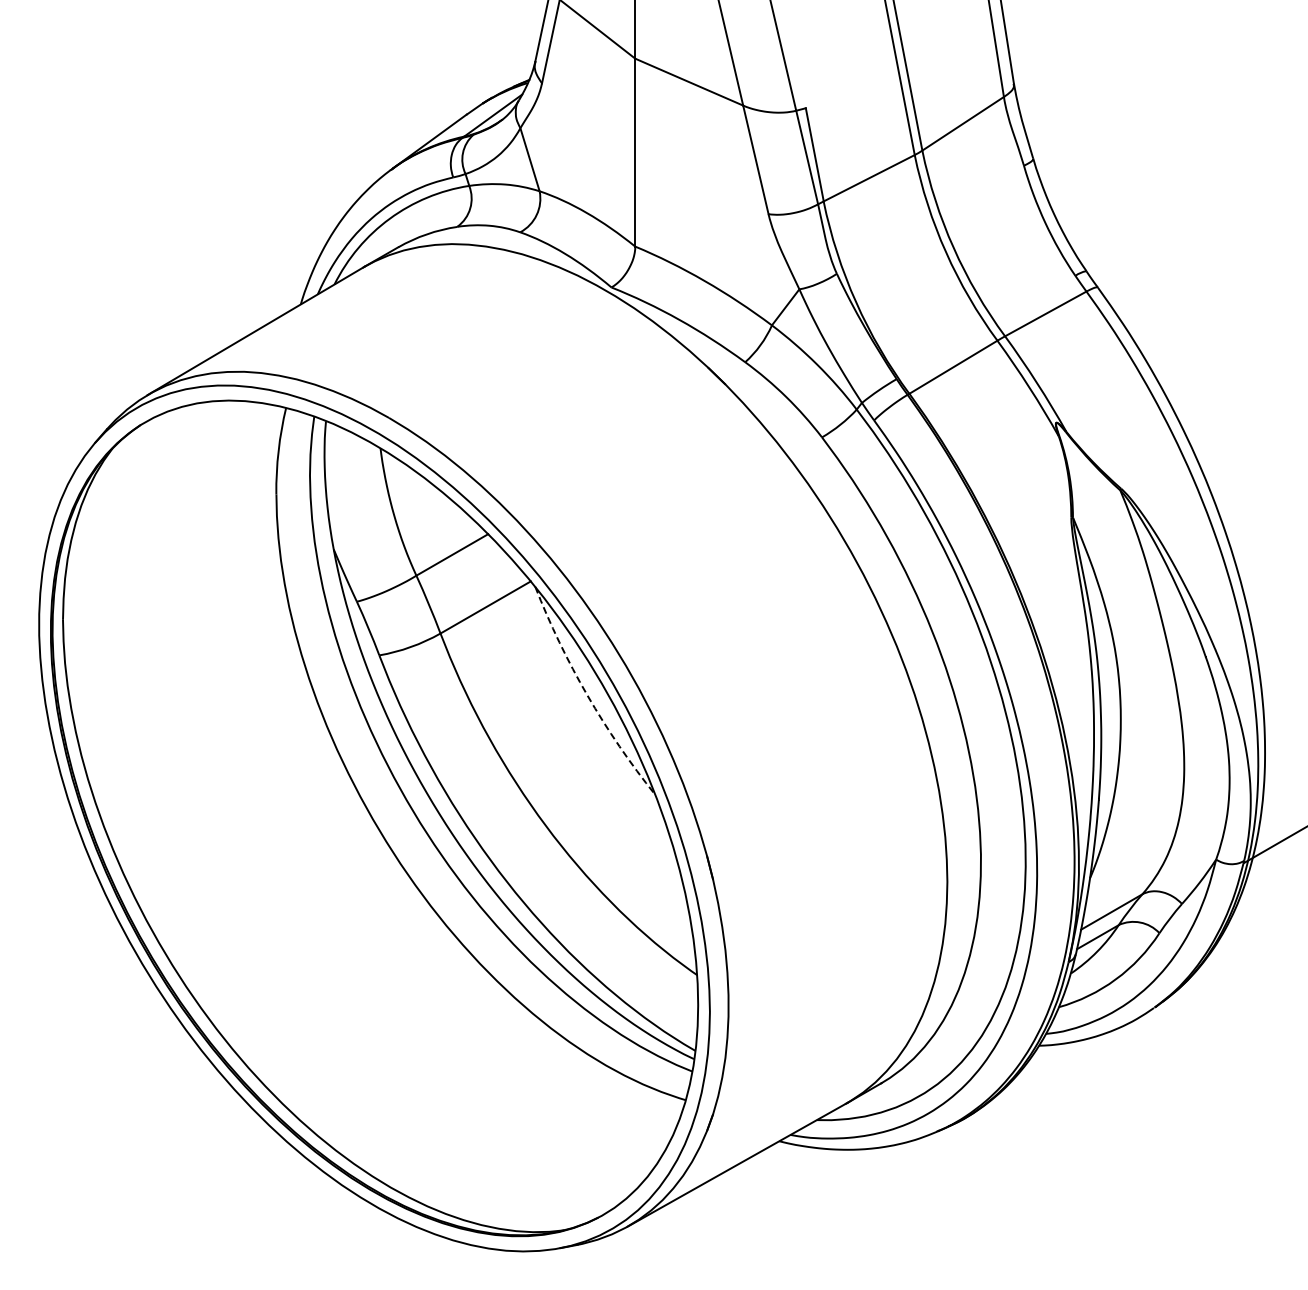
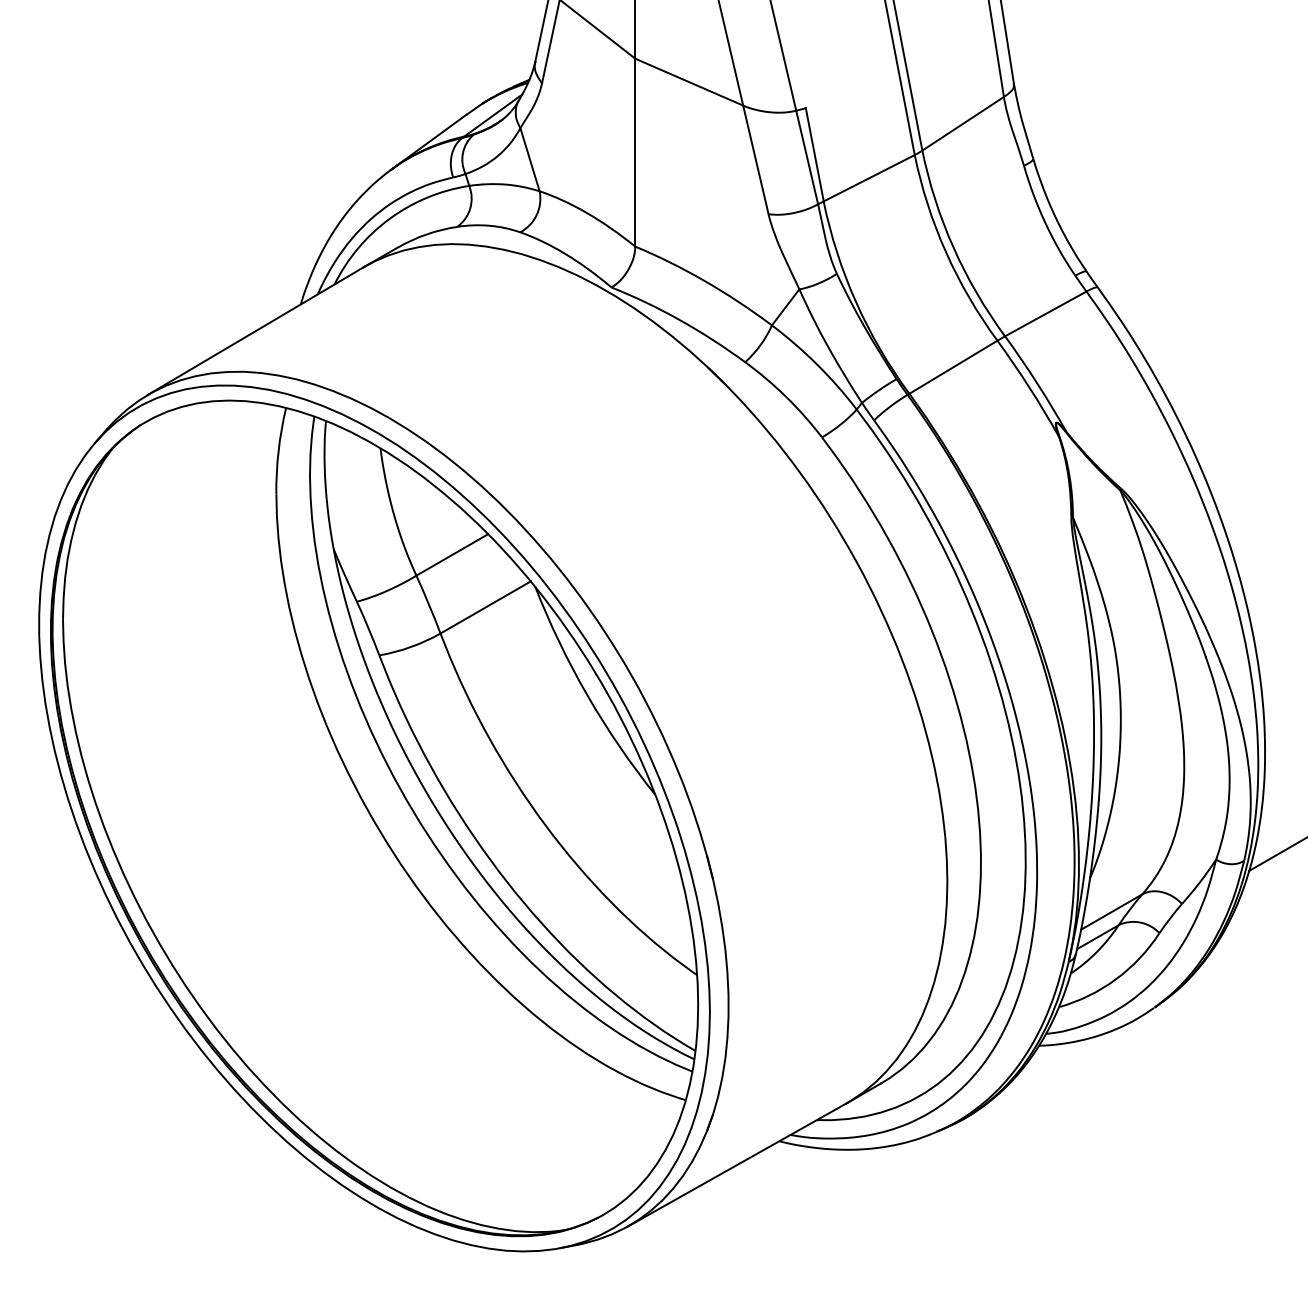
arc at (587, 695): dashed -> solid
line at (1274, 845) position: (1274, 845) -> (1276, 854)
